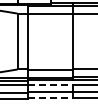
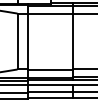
line at (50, 84): dashed -> solid
line at (50, 98): dashed -> solid
